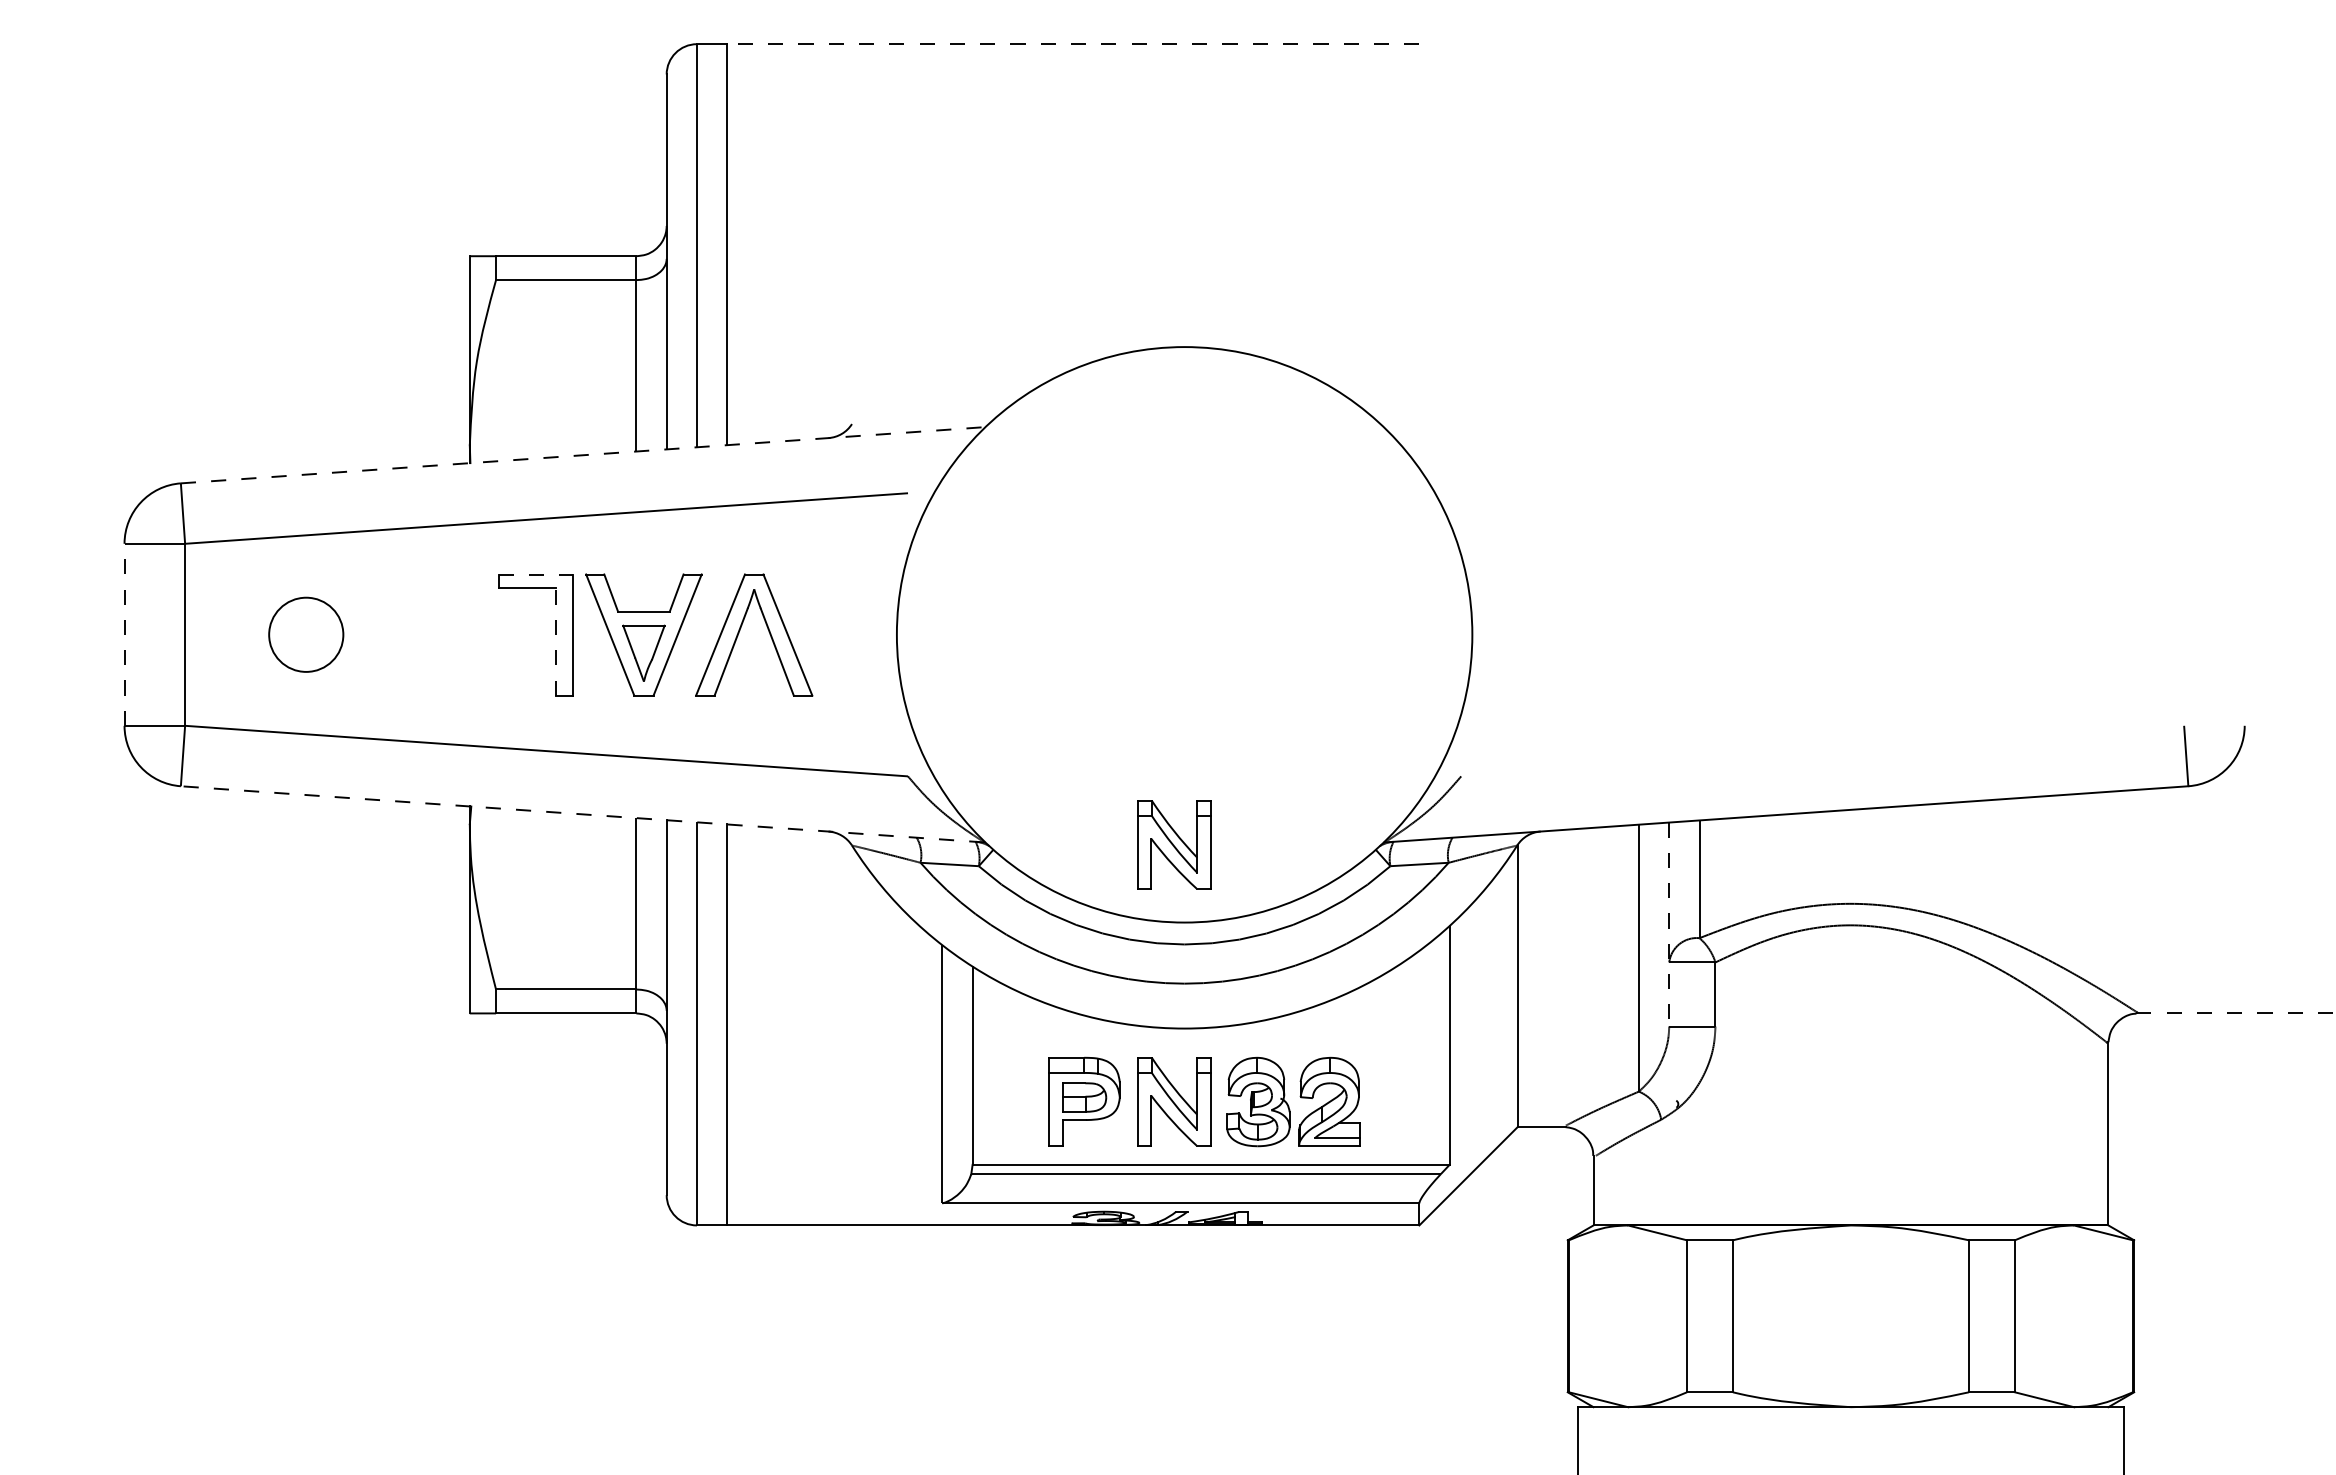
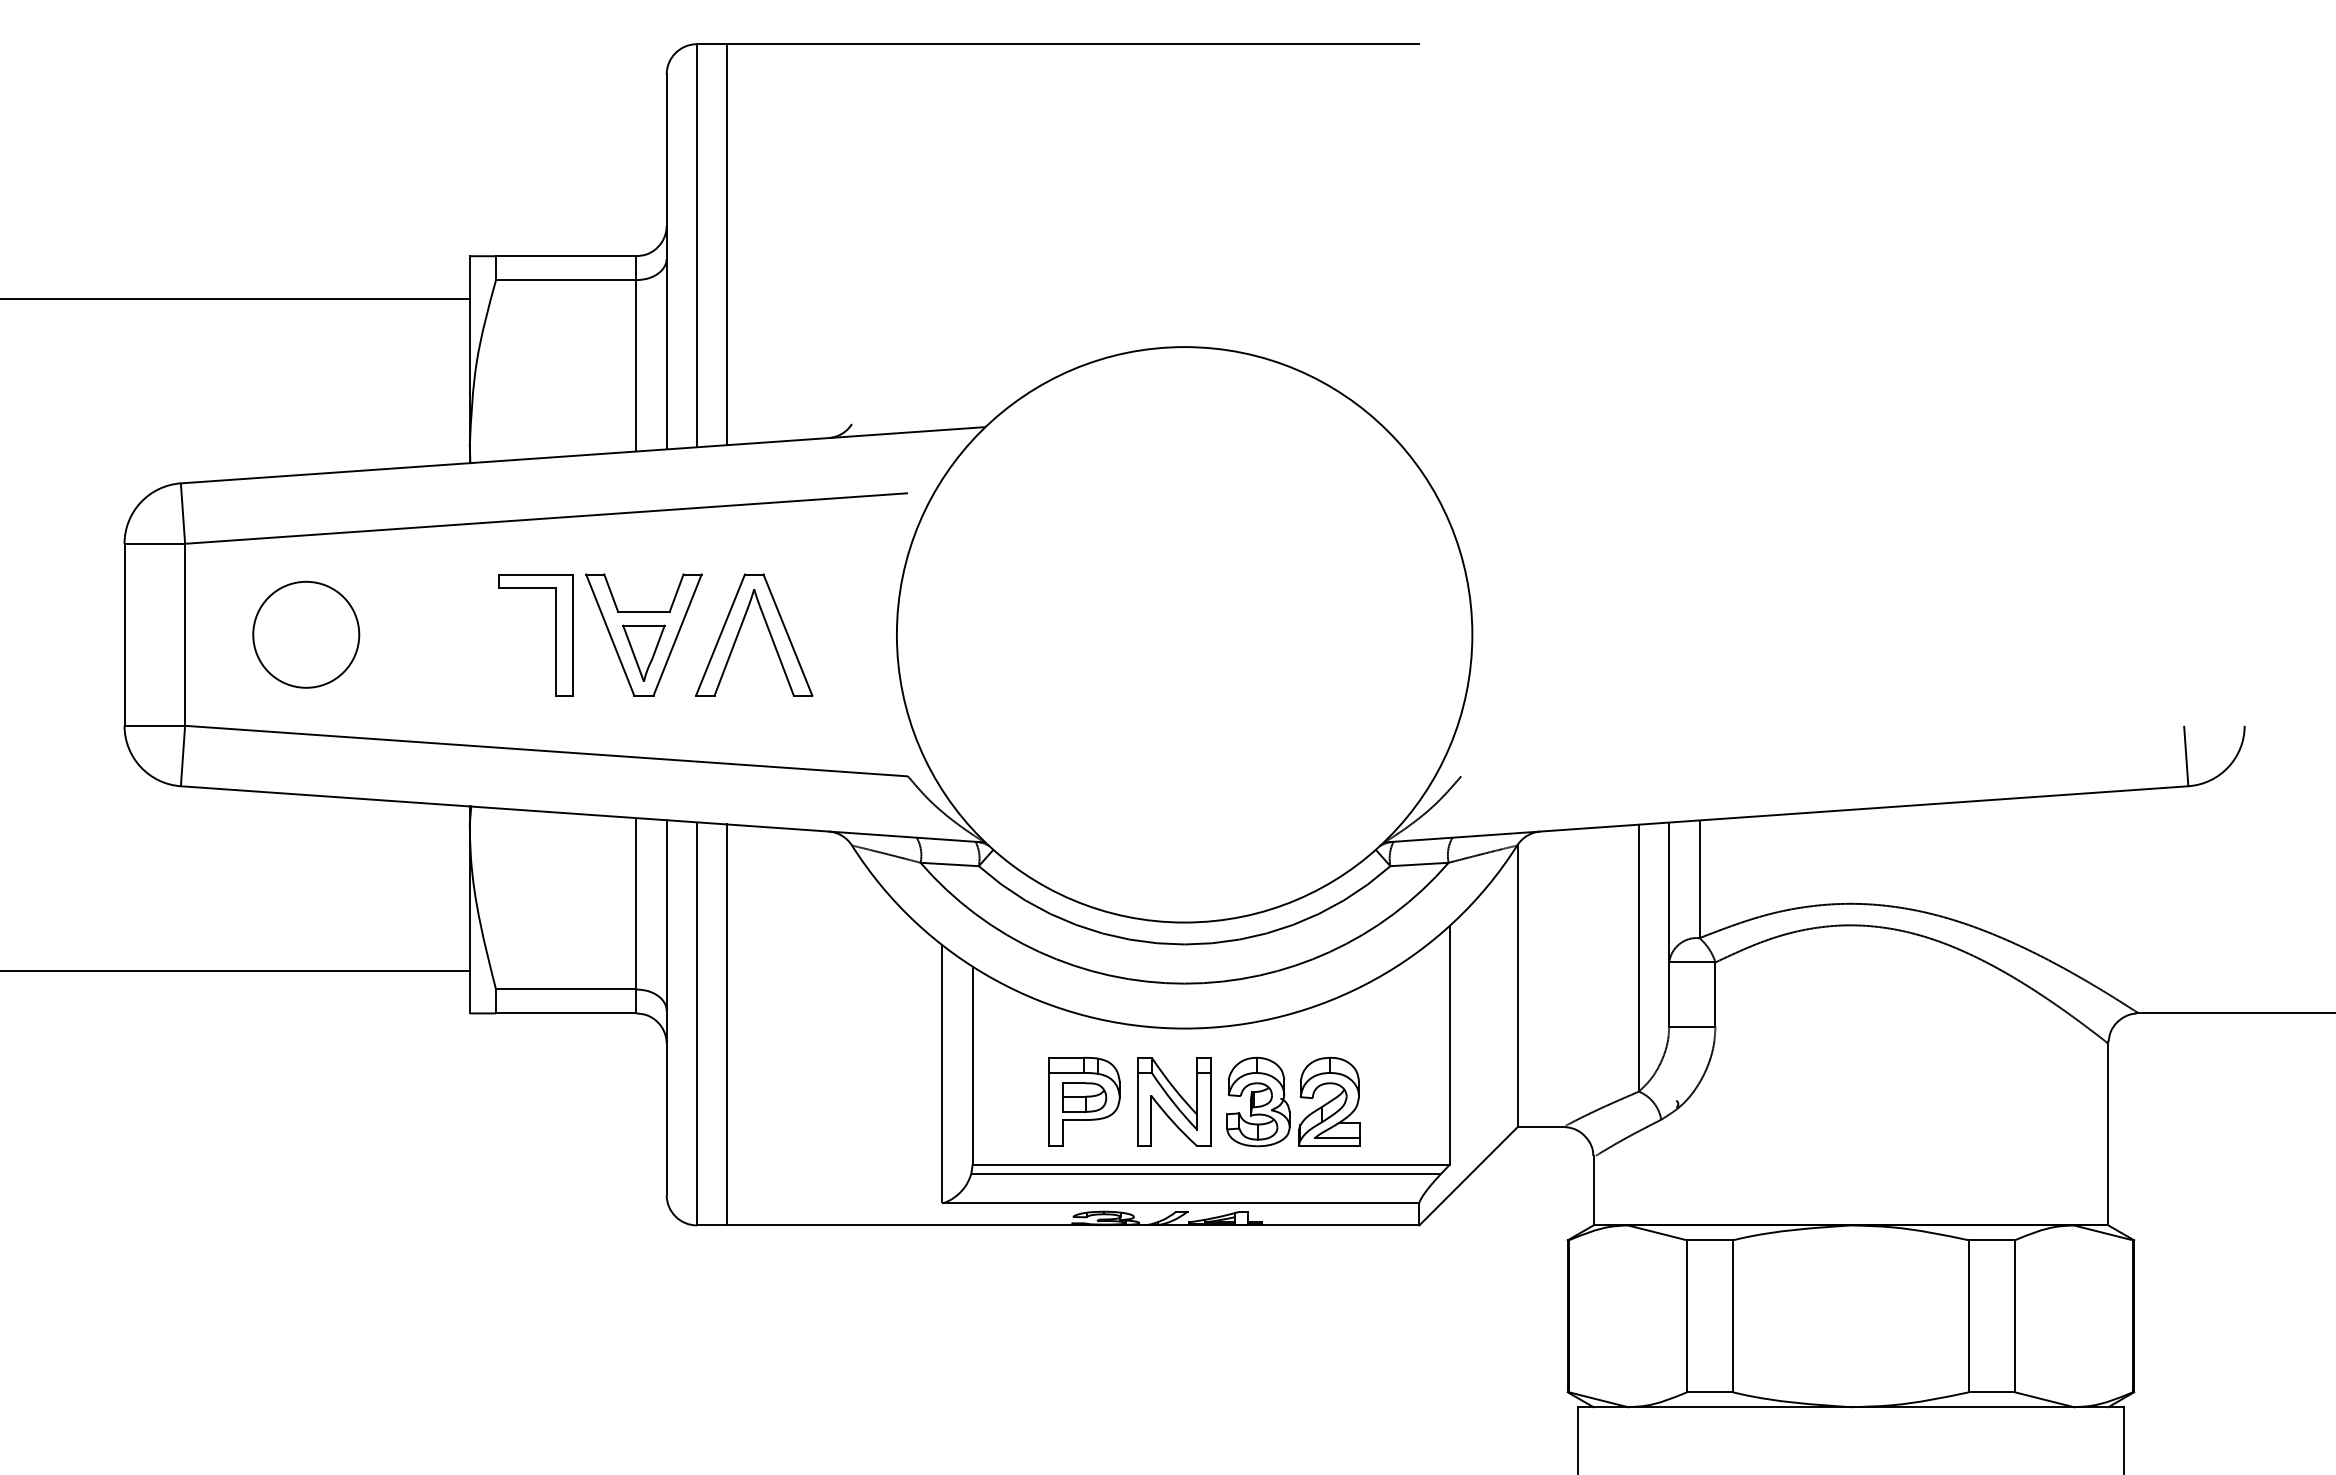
line at (1072, 44): dashed -> solid
line at (235, 298): none -> present
line at (582, 455): dashed -> solid
line at (536, 574): dashed -> solid
line at (124, 634): dashed -> solid
circle at (306, 634) diameter: 74 px -> 106 px
line at (556, 642): dashed -> solid
line at (582, 814): dashed -> solid
part at (1174, 844): present -> none
line at (1669, 925): dashed -> solid
line at (235, 971): none -> present
line at (2236, 1013): dashed -> solid
